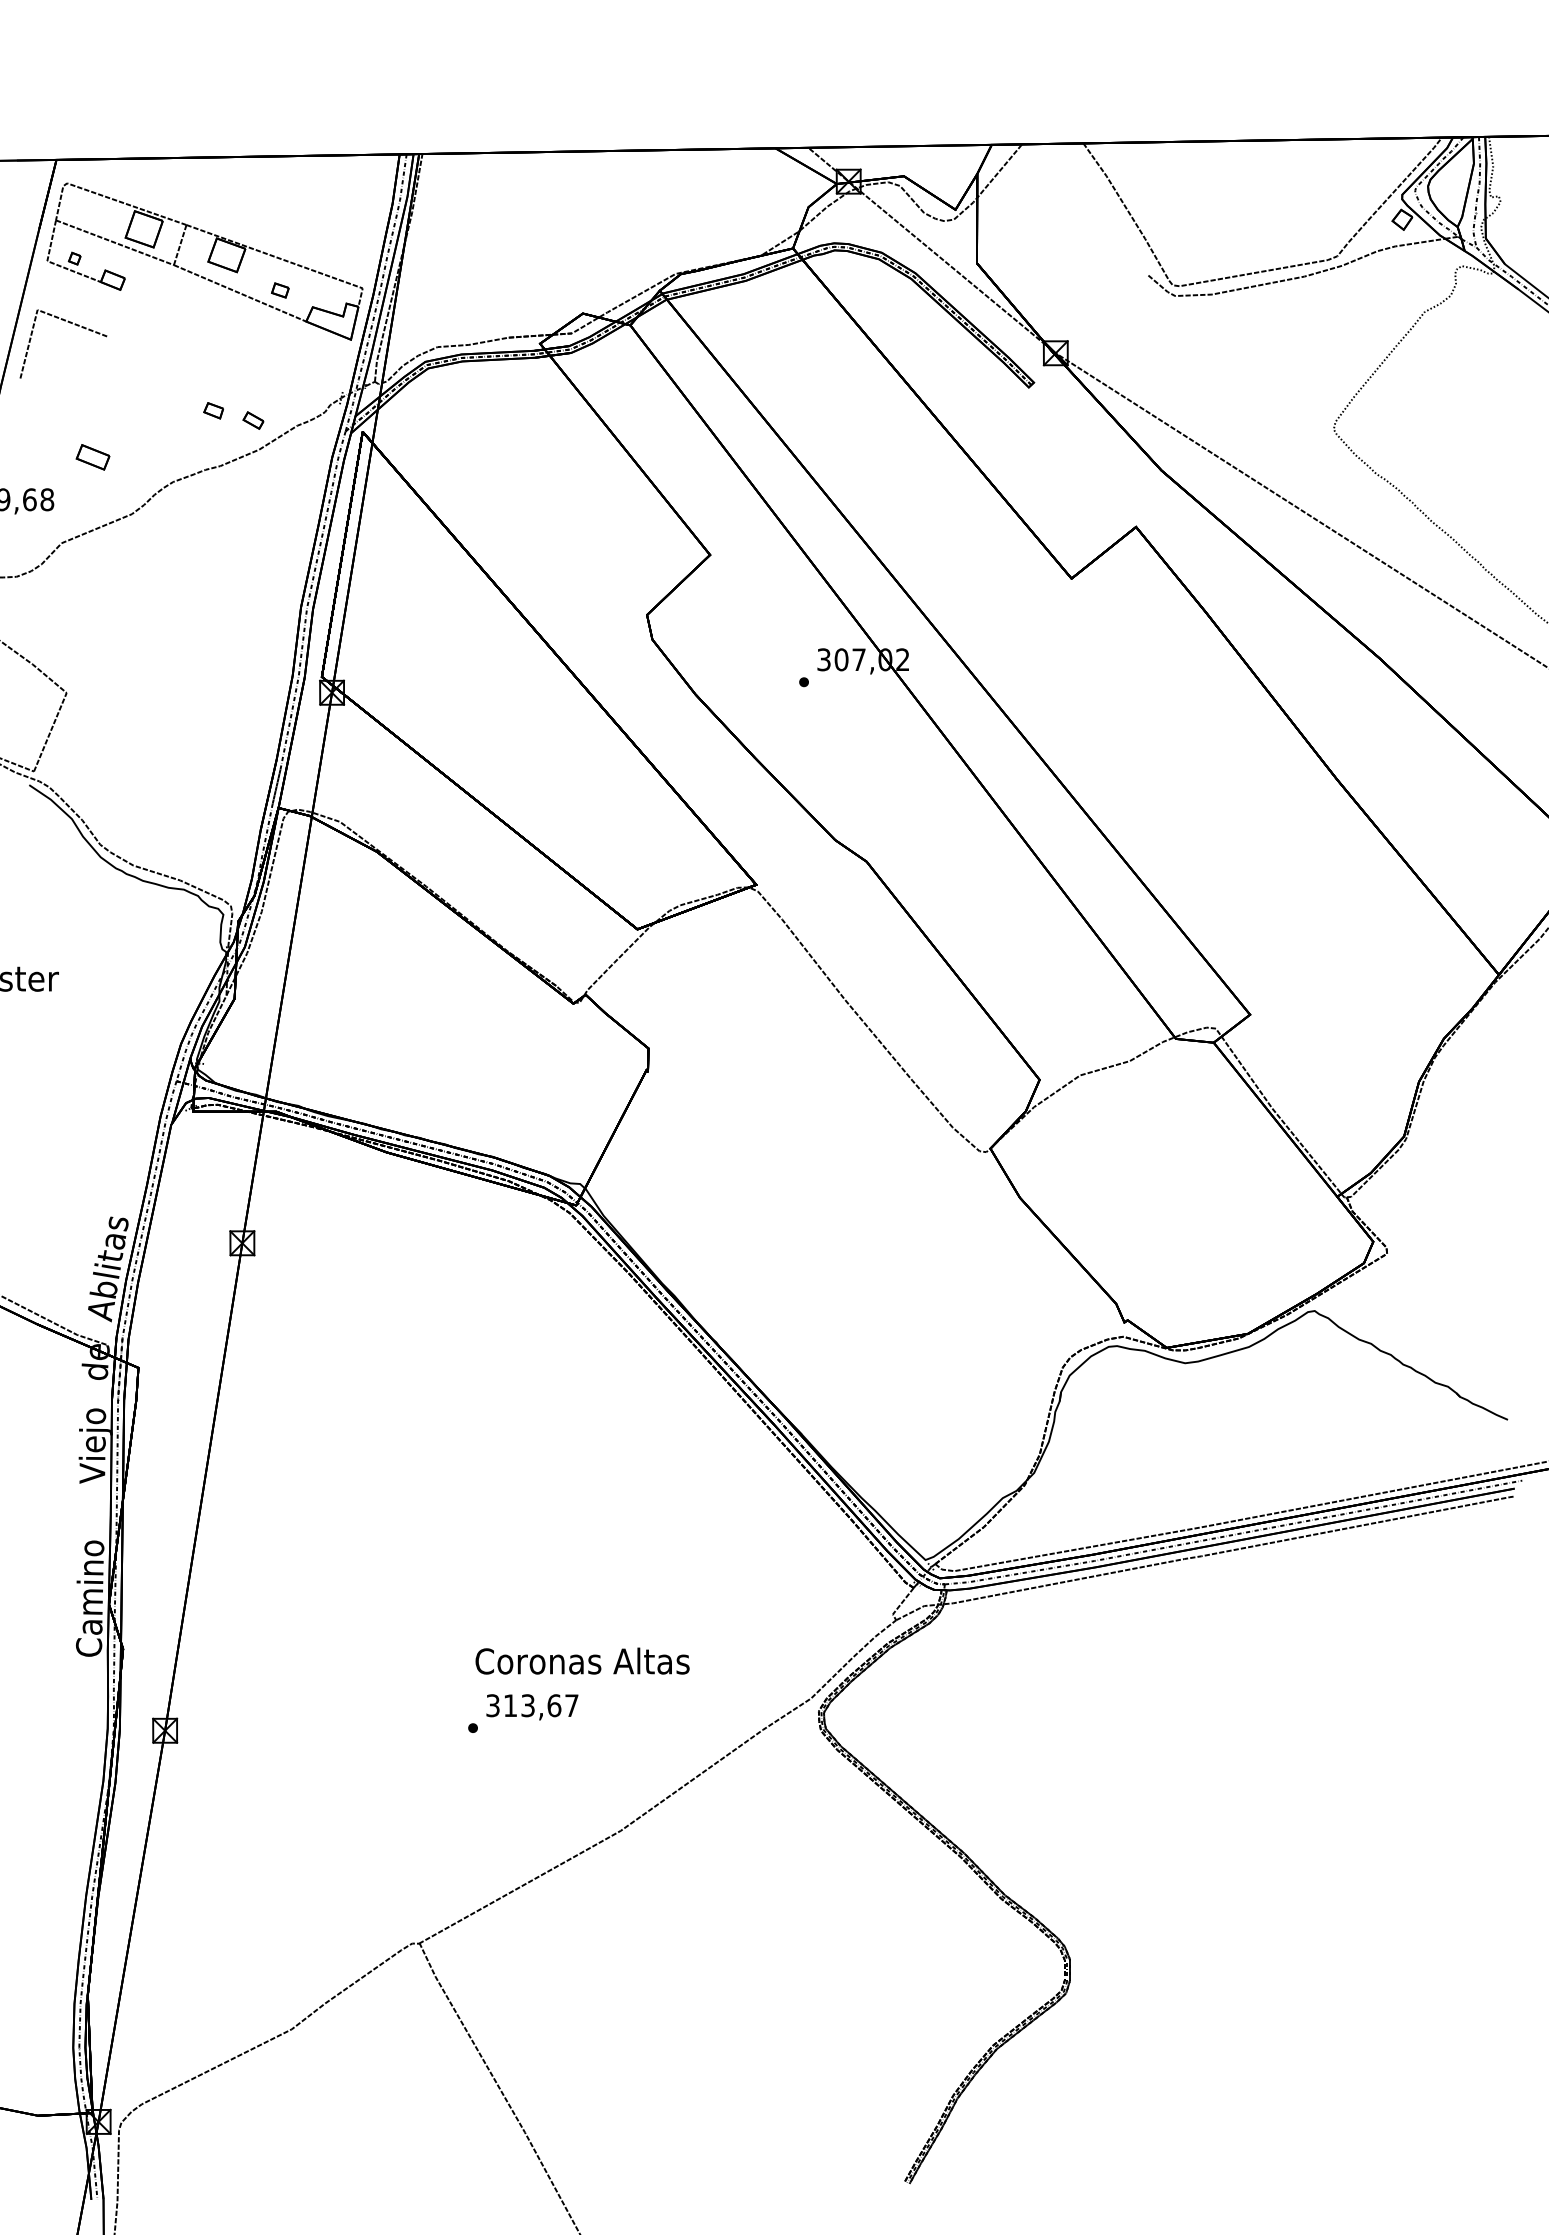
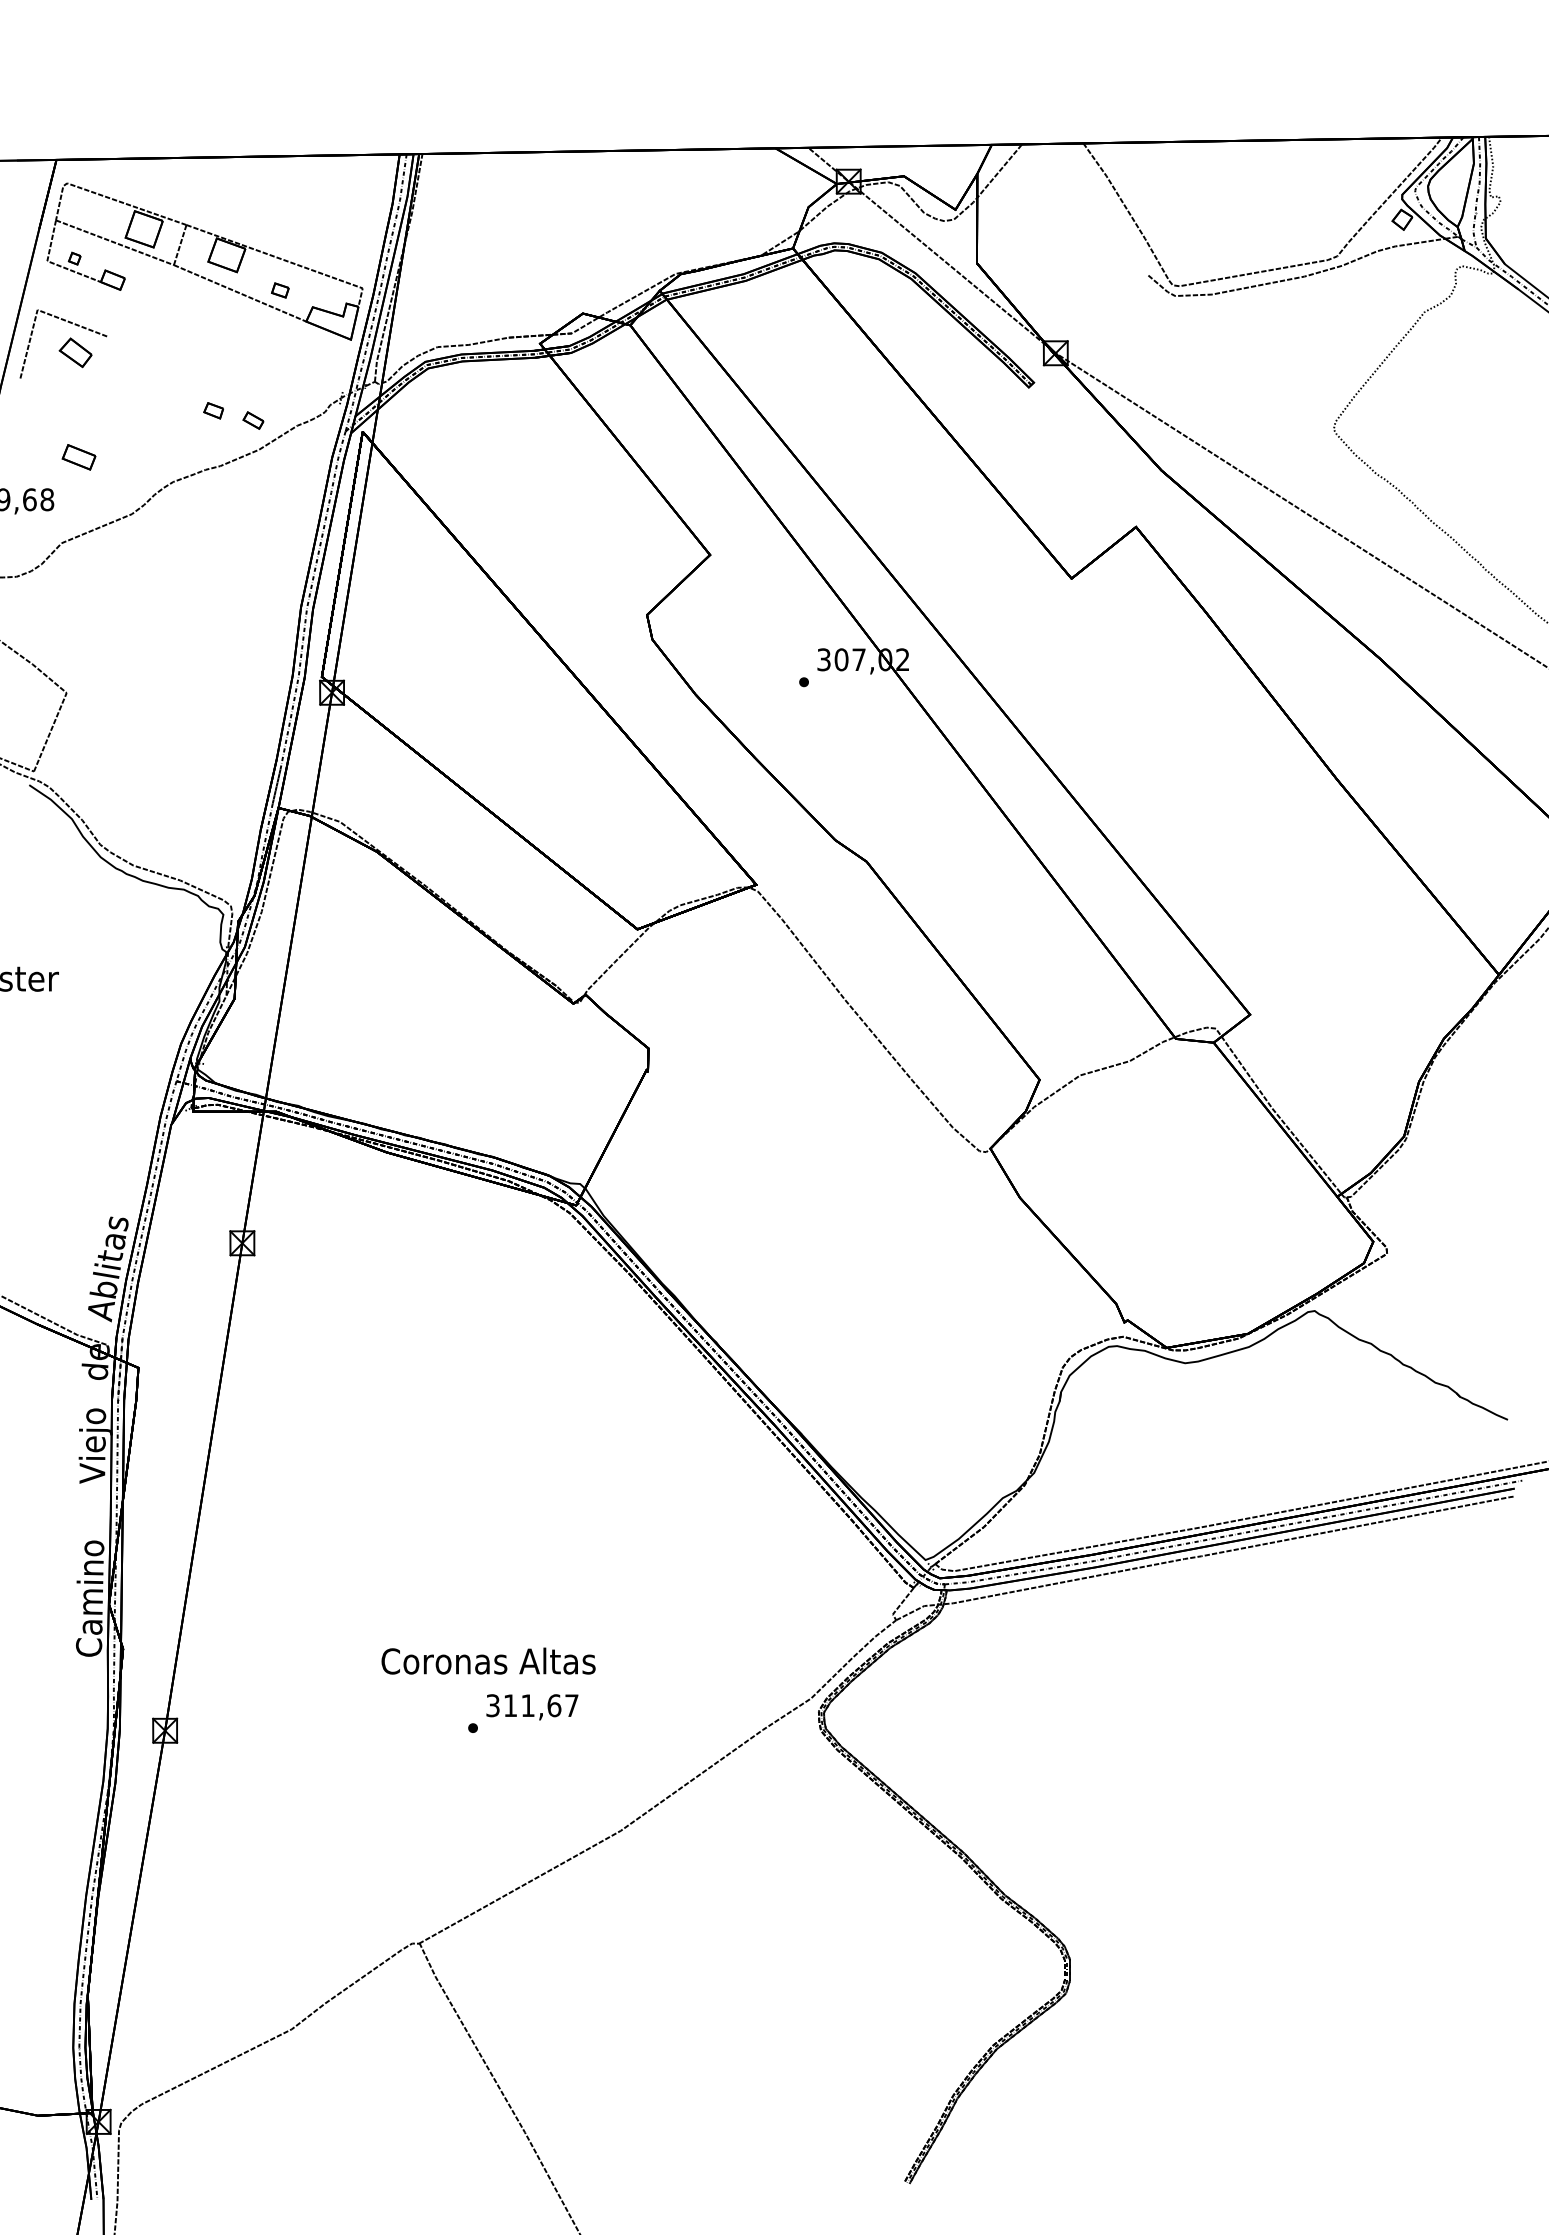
part at (75, 352): none -> present
part at (92, 457) position: (92, 457) -> (78, 457)
text at (582, 1660) position: (582, 1660) -> (488, 1660)
text at (527, 1705): 313,67 -> 311,67
